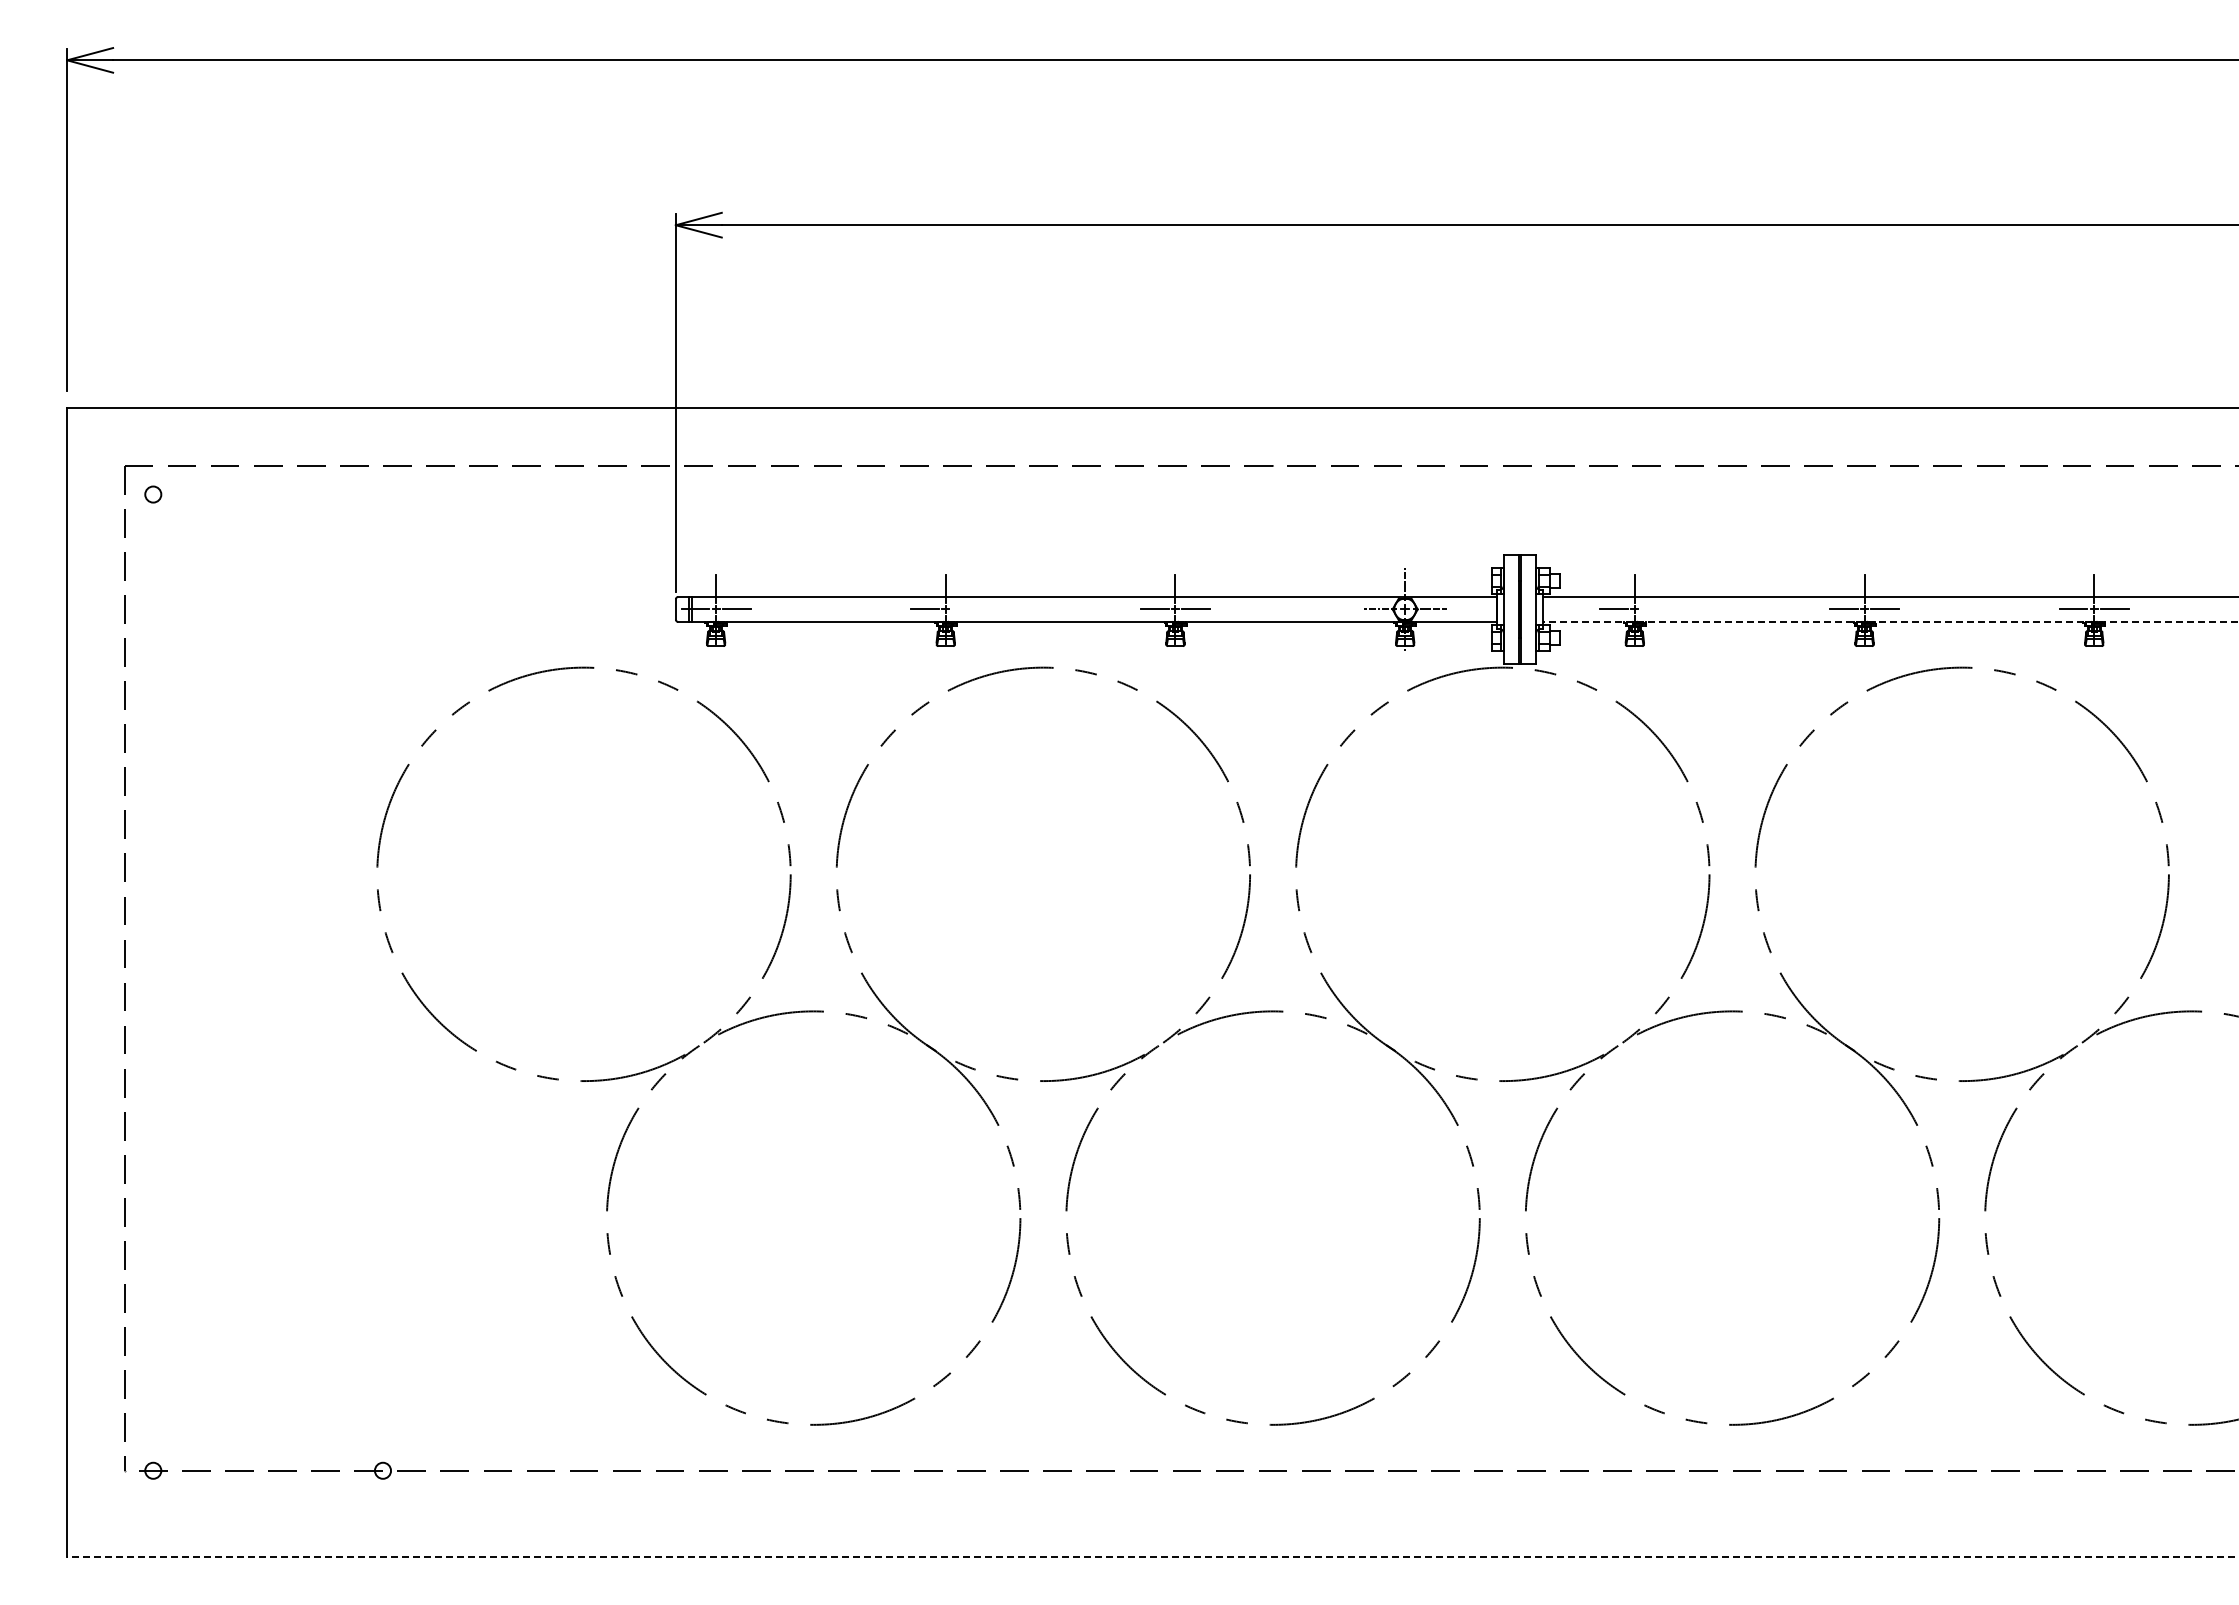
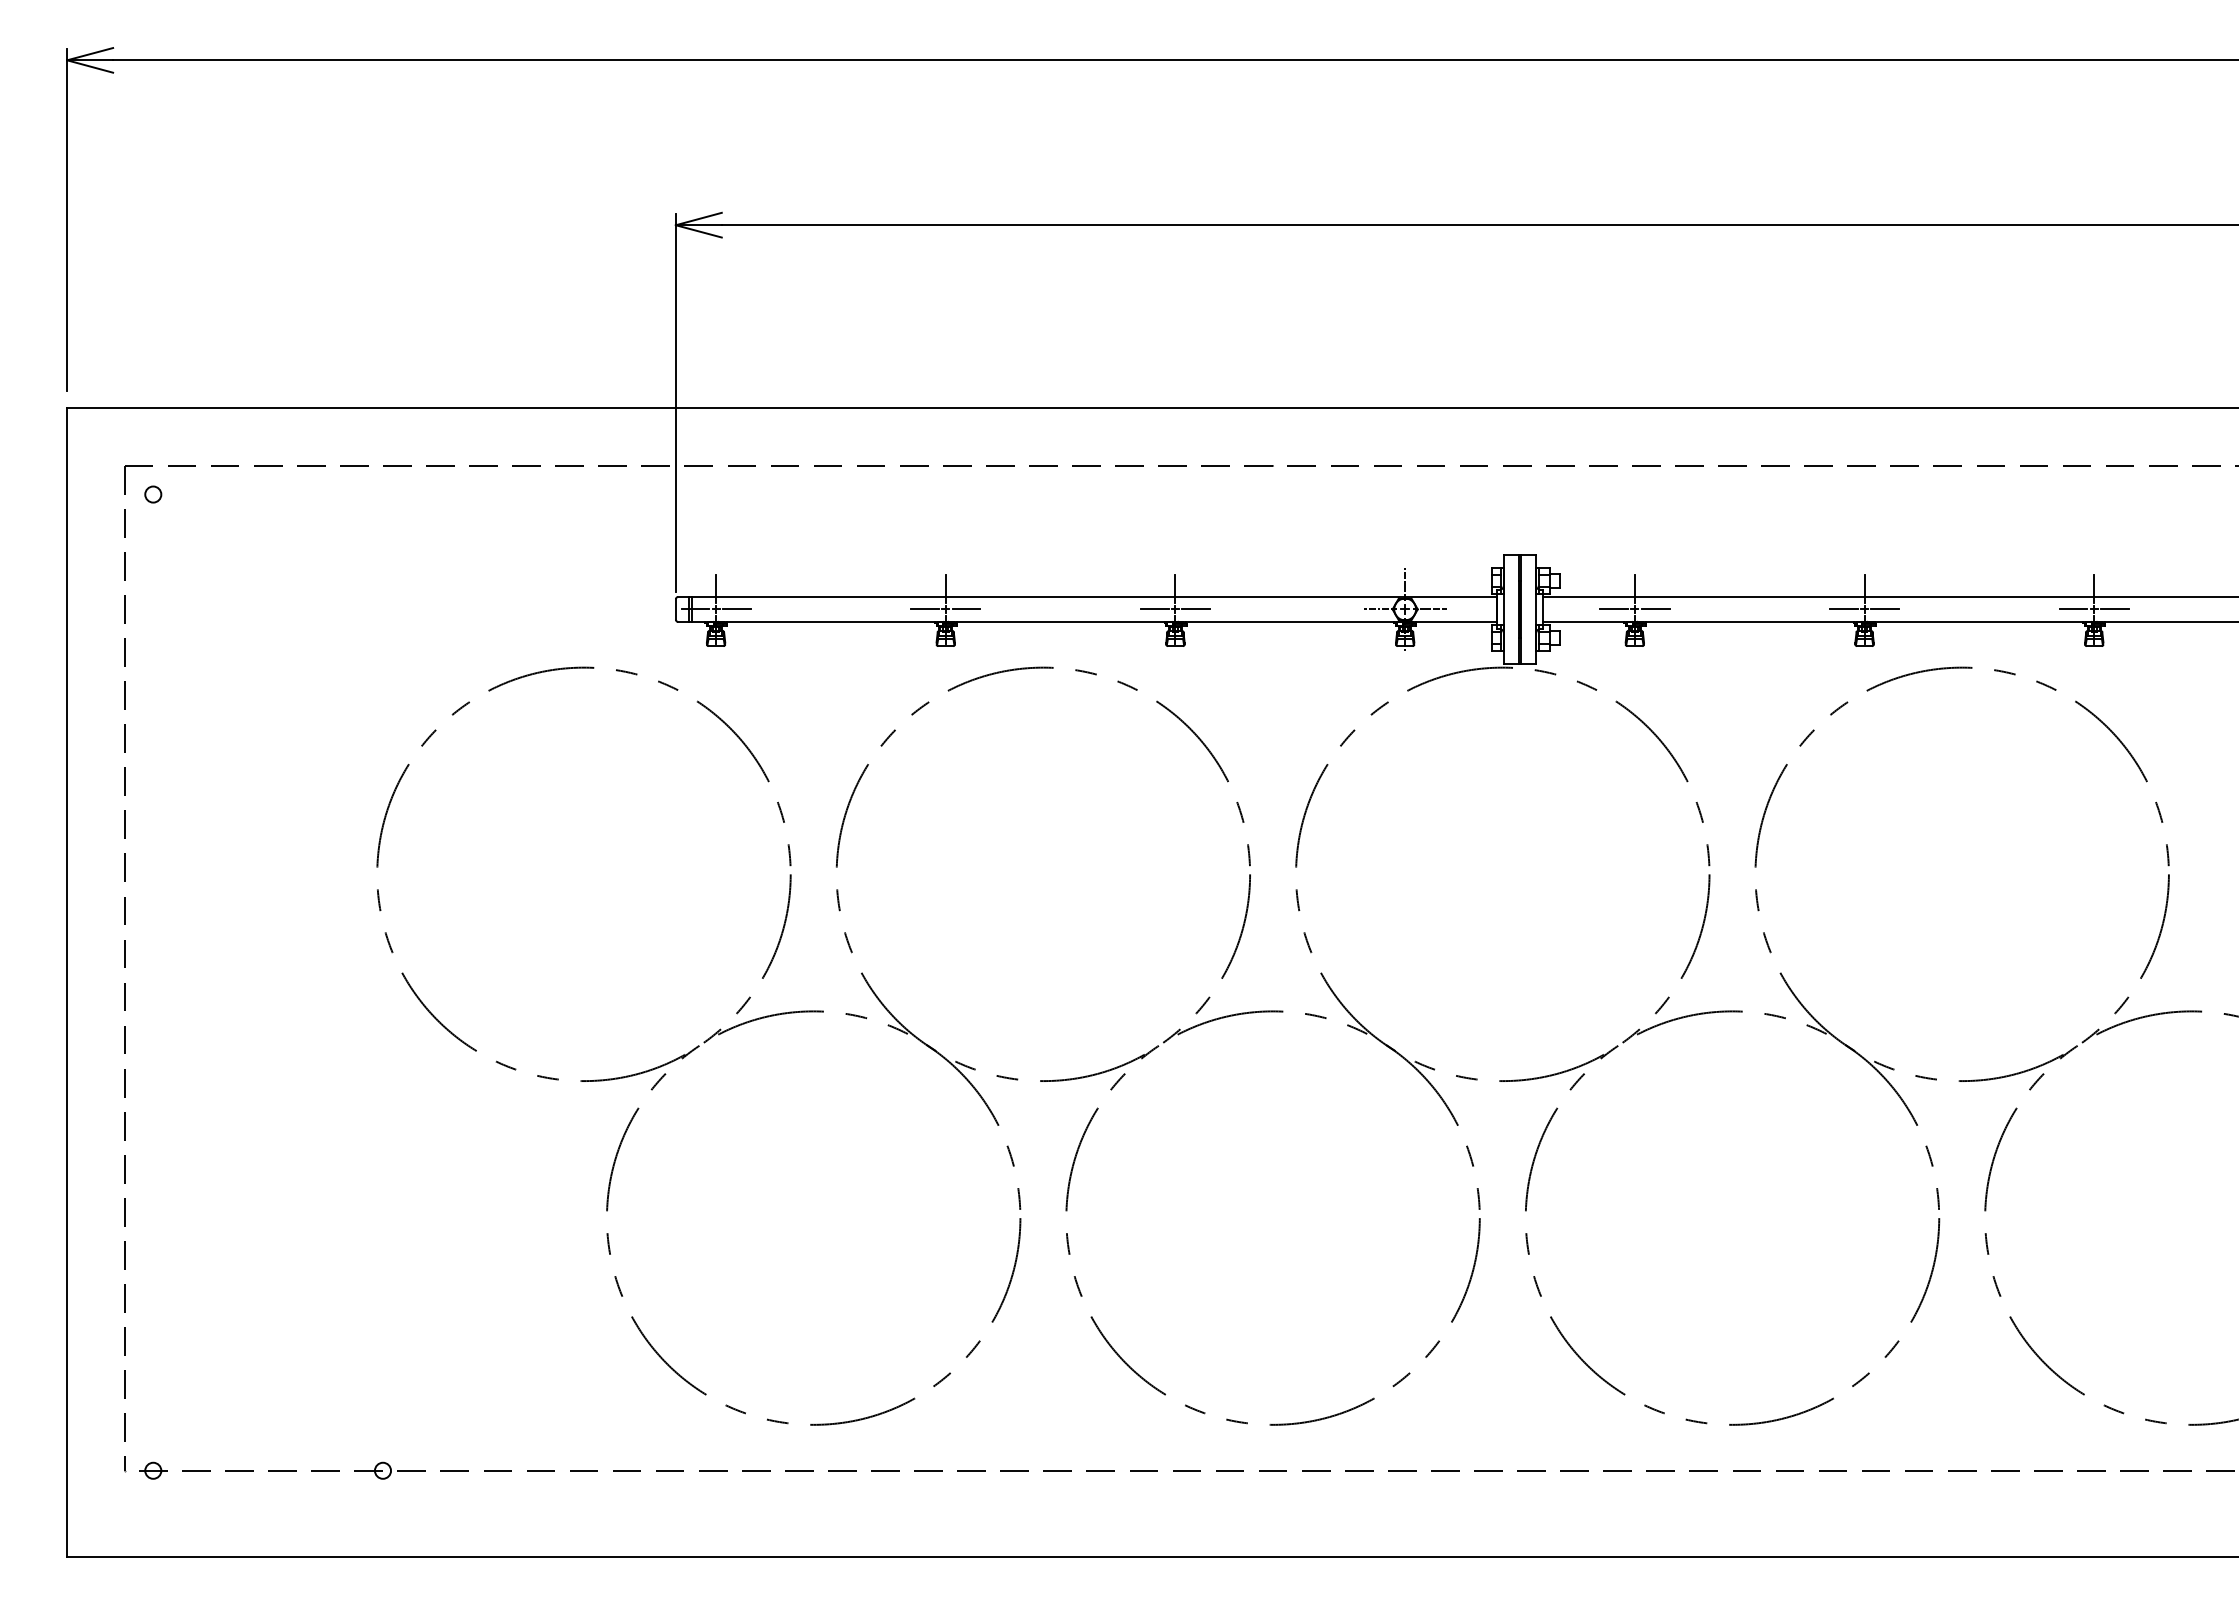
line at (966, 609): none -> present
line at (1655, 609): none -> present
line at (1890, 621): dashed -> solid
line at (1153, 1556): dashed -> solid
